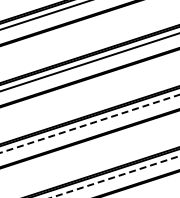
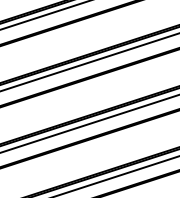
line at (90, 123): dashed -> solid
line at (115, 176): dashed -> solid
